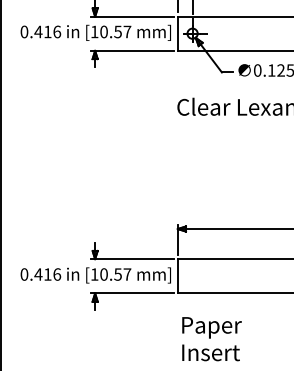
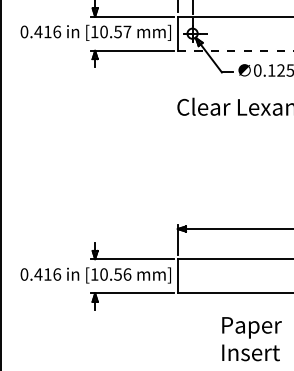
line at (235, 50): solid -> dashed
text at (127, 274): [10.57 -> [10.56
text at (211, 339) position: (211, 339) -> (251, 339)
